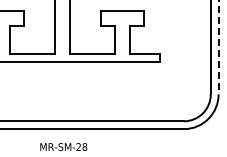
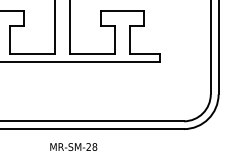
line at (218, 47): dashed -> solid
text at (63, 146) position: (63, 146) -> (73, 146)
